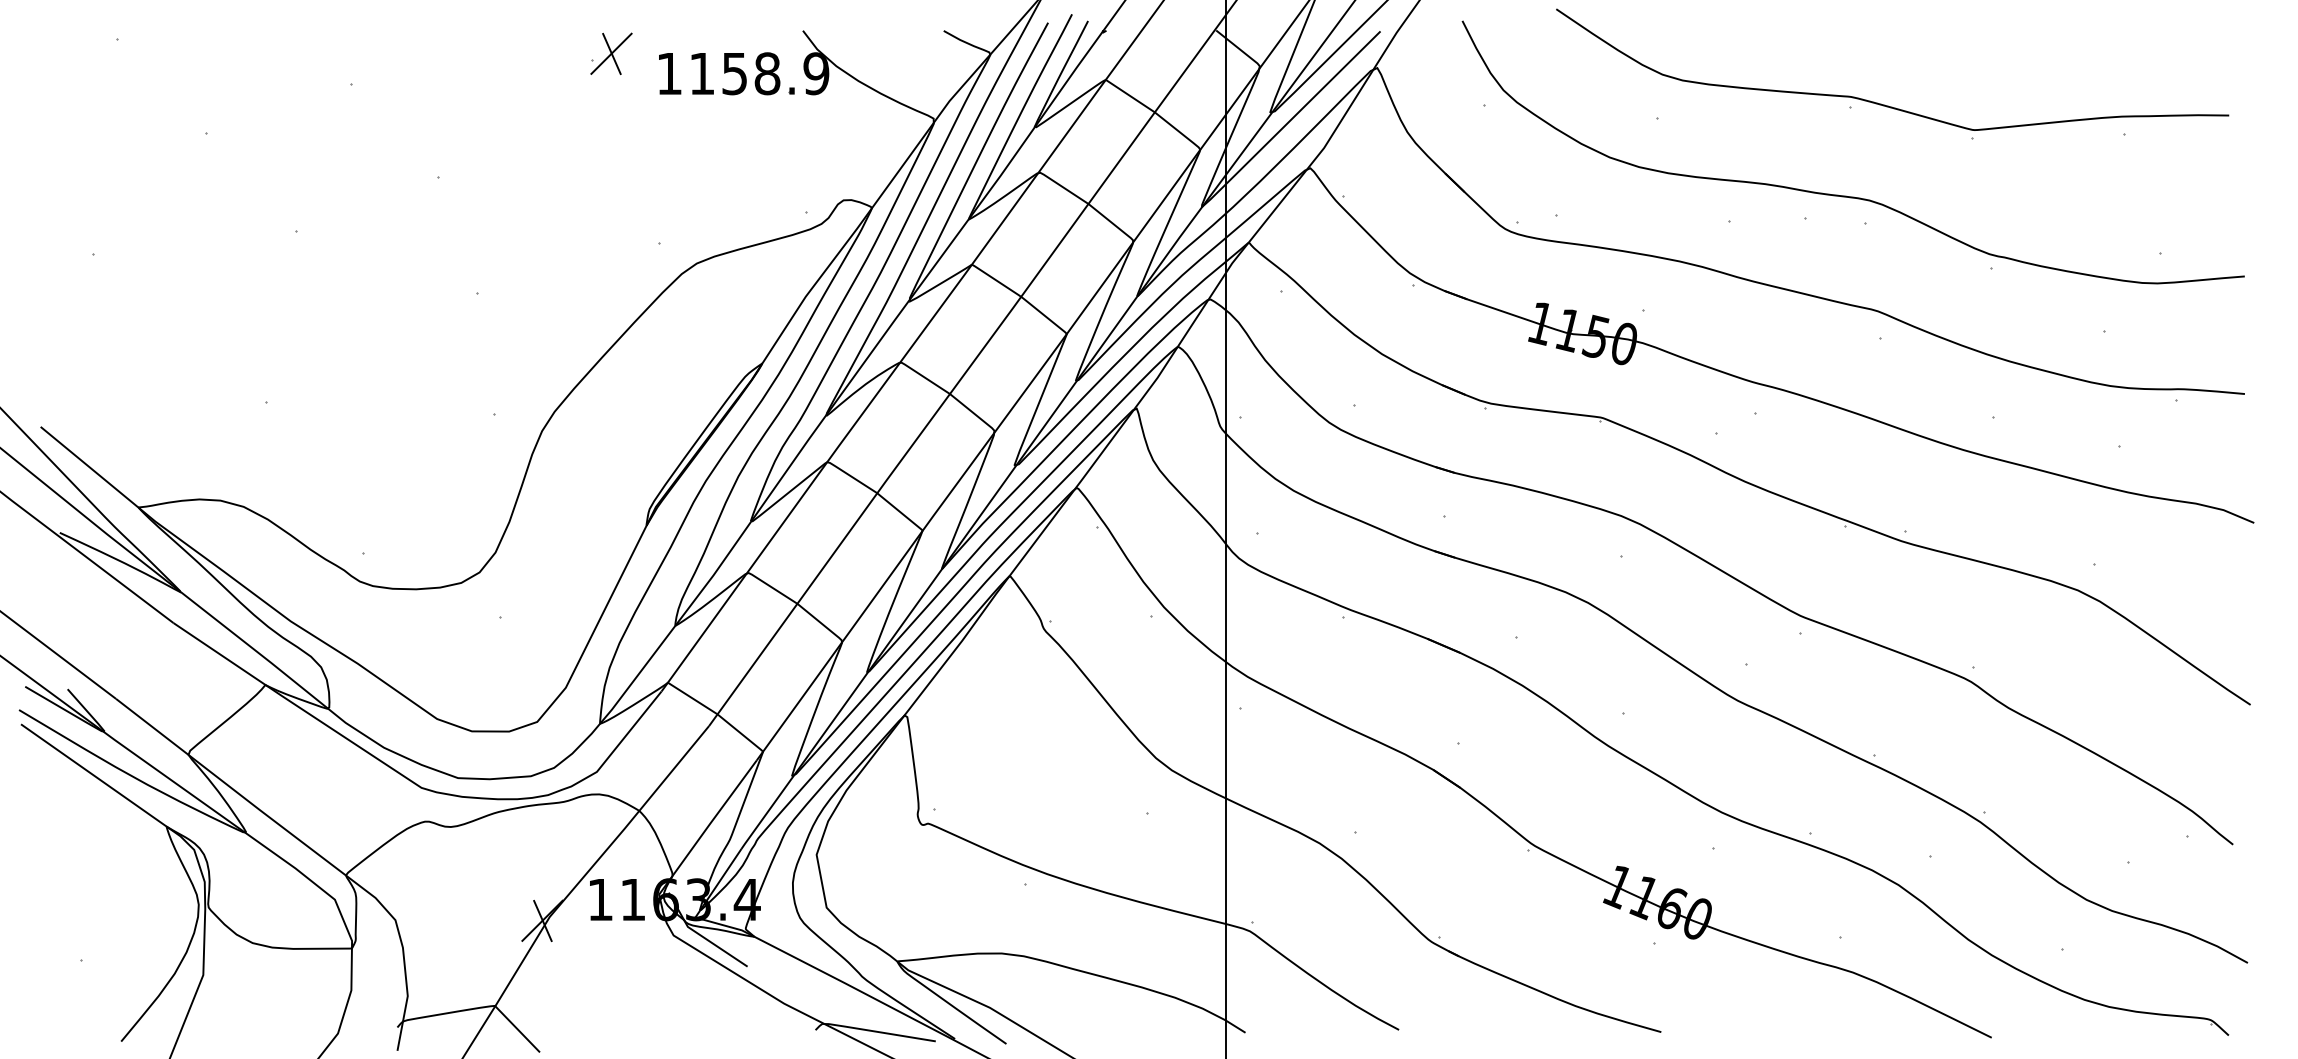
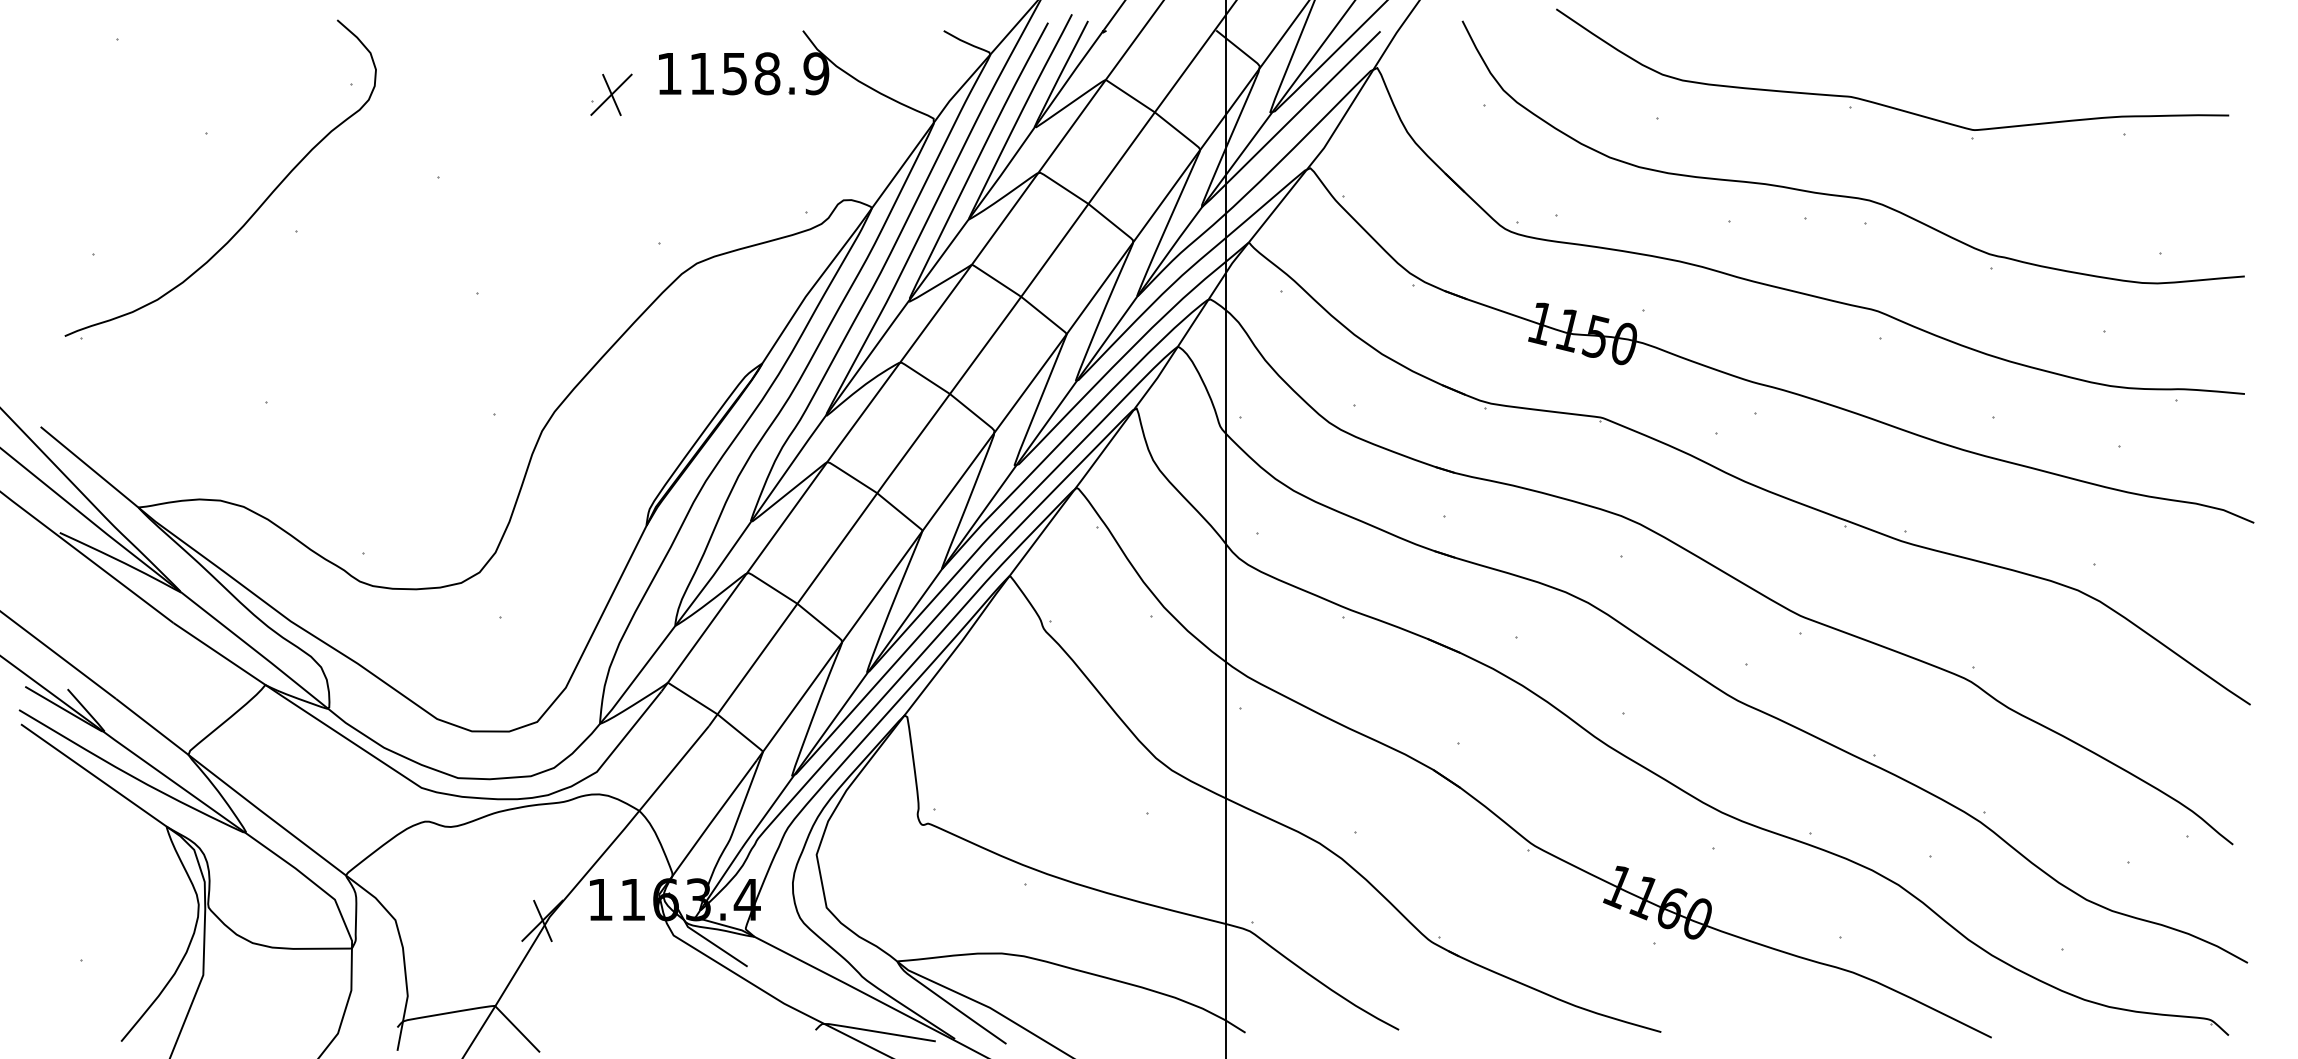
part at (611, 53) position: (611, 53) -> (611, 94)
part at (254, 211): none -> present
